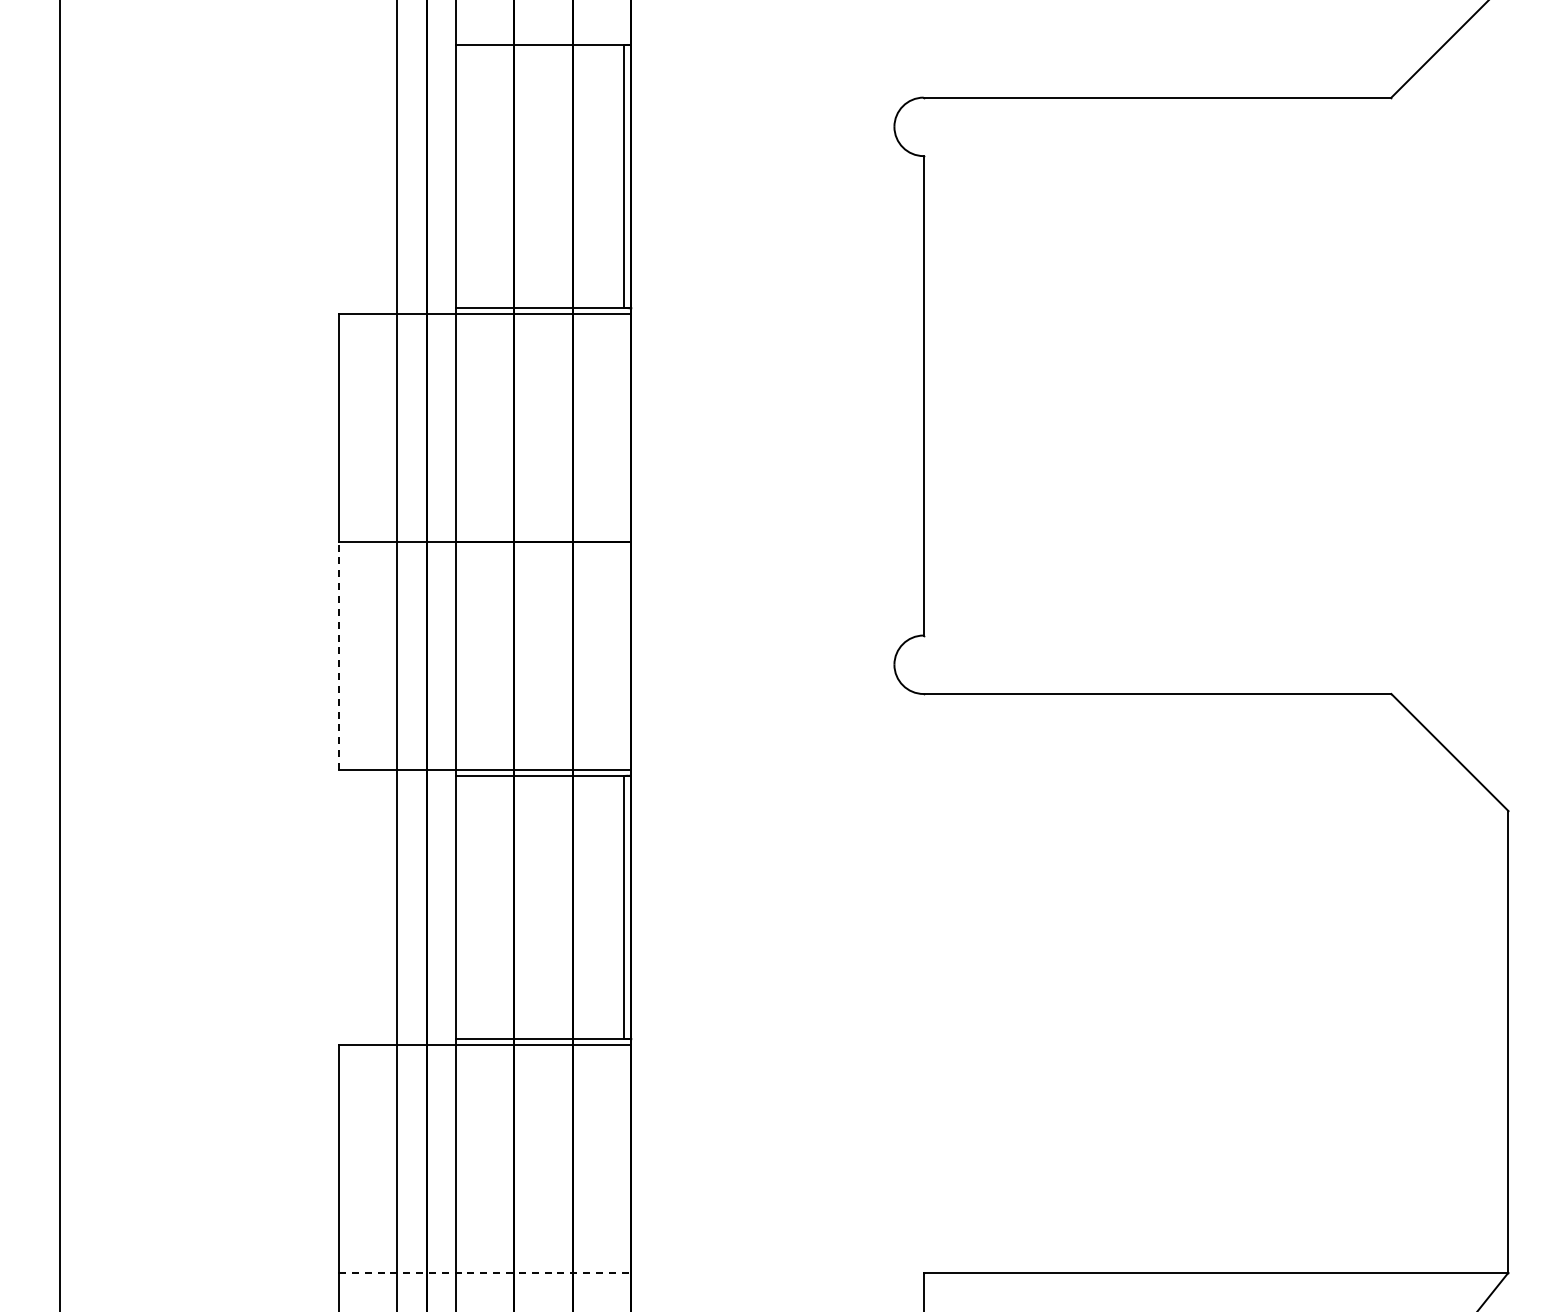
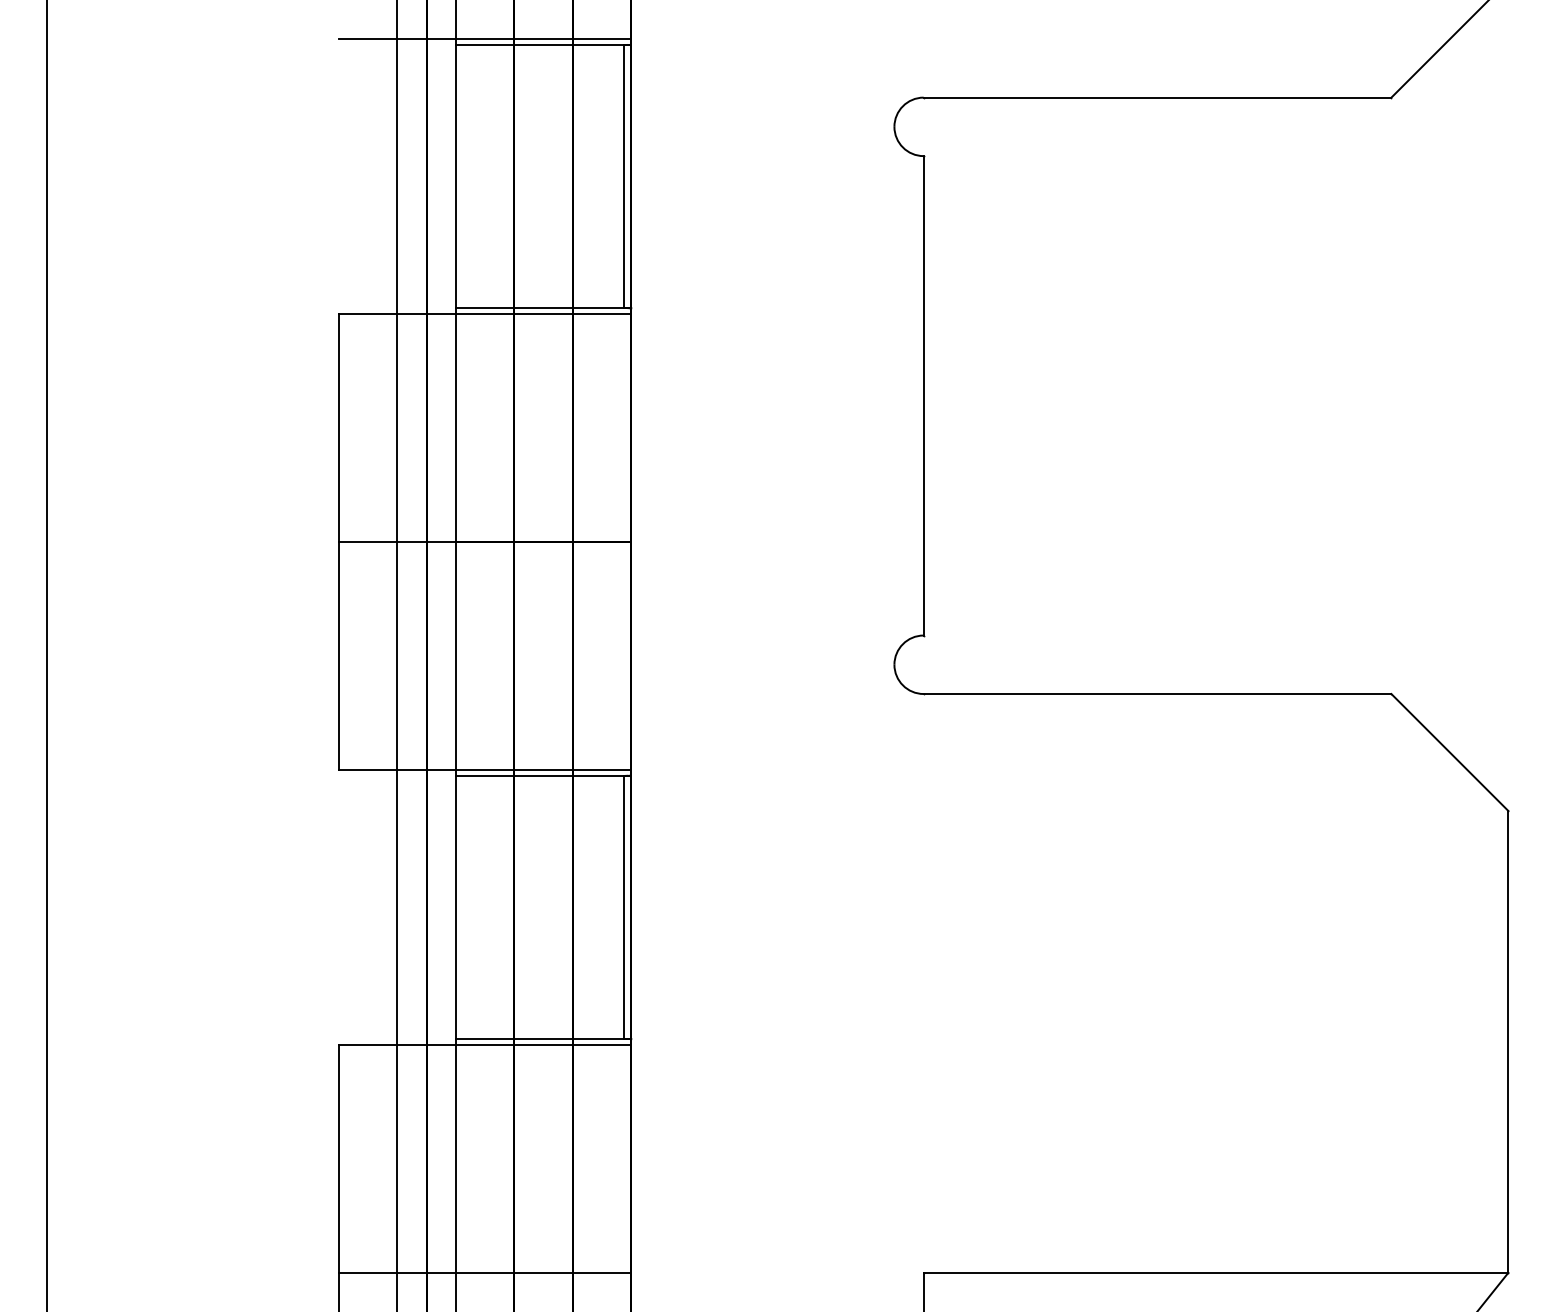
line at (484, 39): none -> present
line at (59, 655) position: (59, 655) -> (46, 655)
line at (338, 655): dashed -> solid
line at (485, 1272): dashed -> solid
